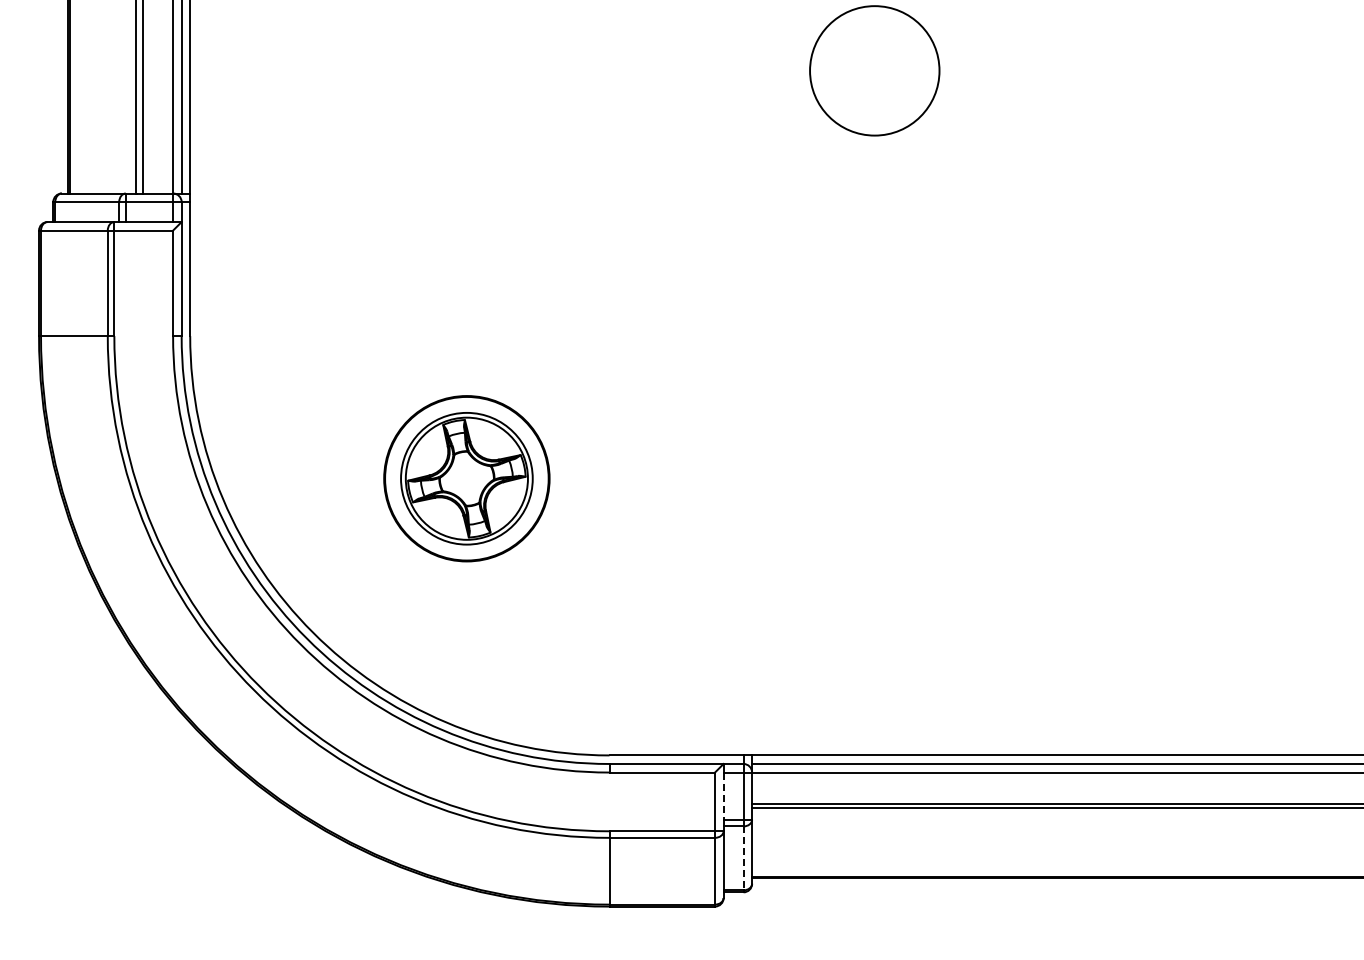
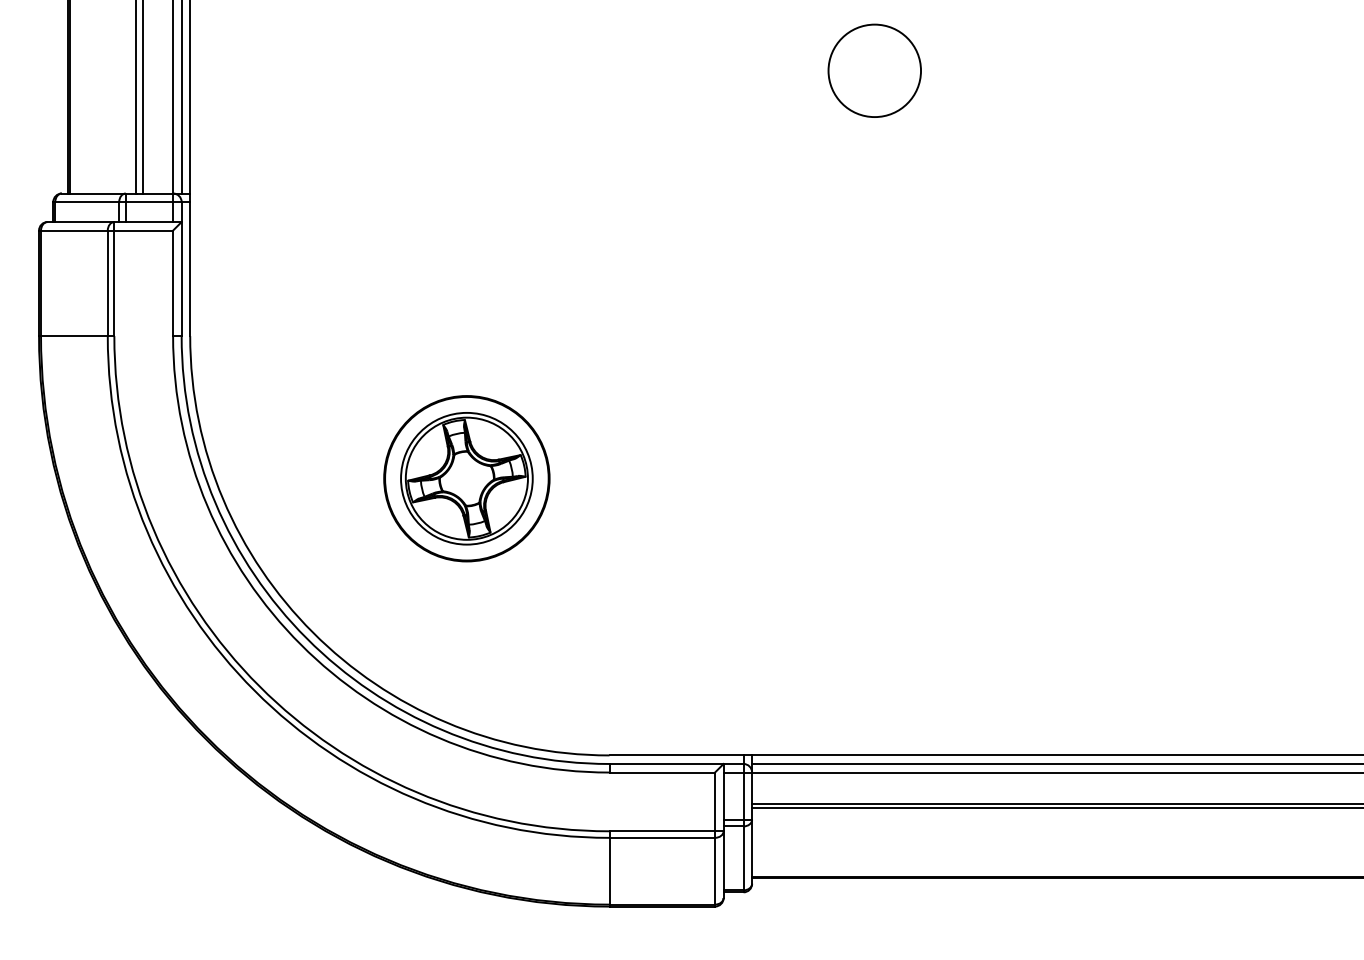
circle at (874, 70) diameter: 129 px -> 92 px
line at (723, 796): dashed -> solid
line at (743, 858): dashed -> solid
